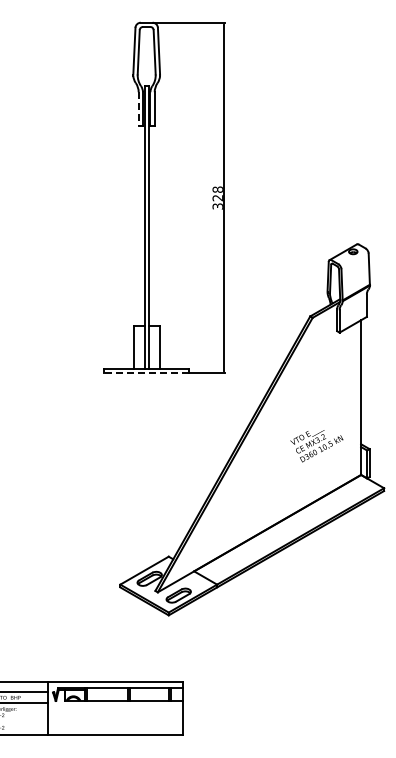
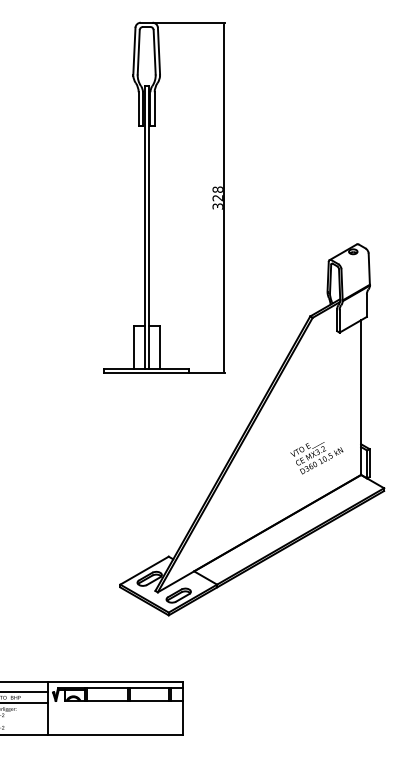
line at (138, 109): dashed -> solid
line at (146, 373): dashed -> solid
text at (316, 446) position: (316, 446) -> (316, 458)
